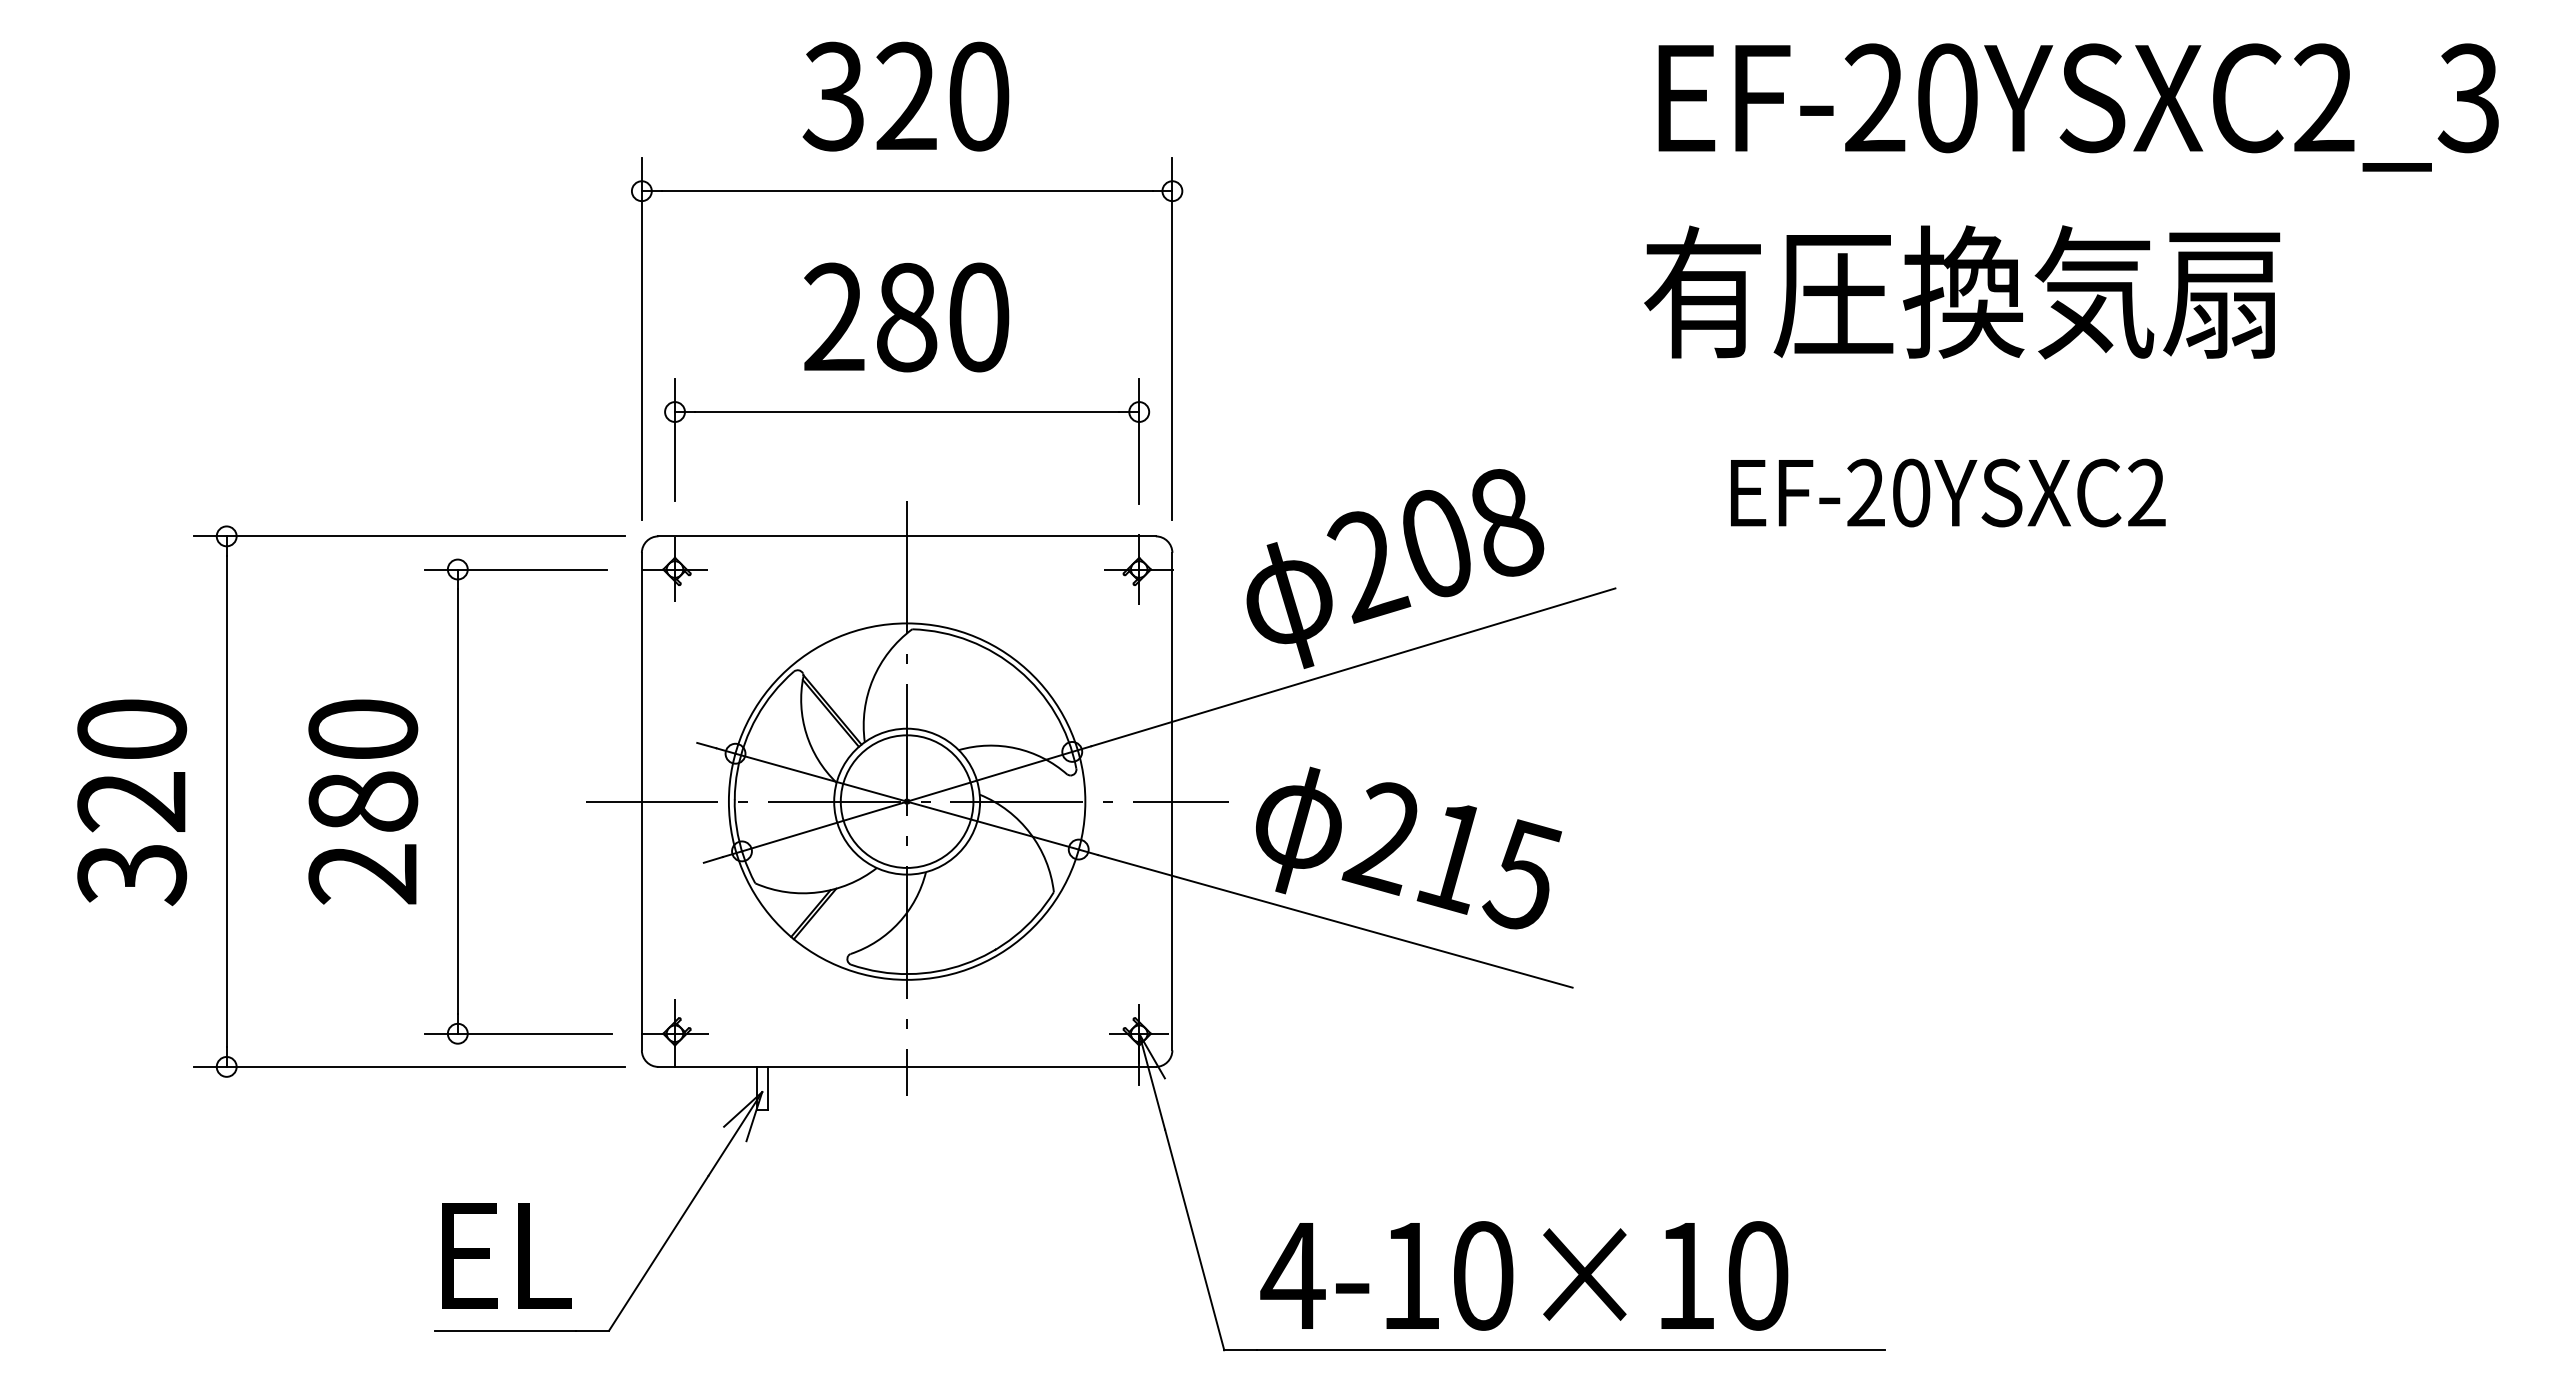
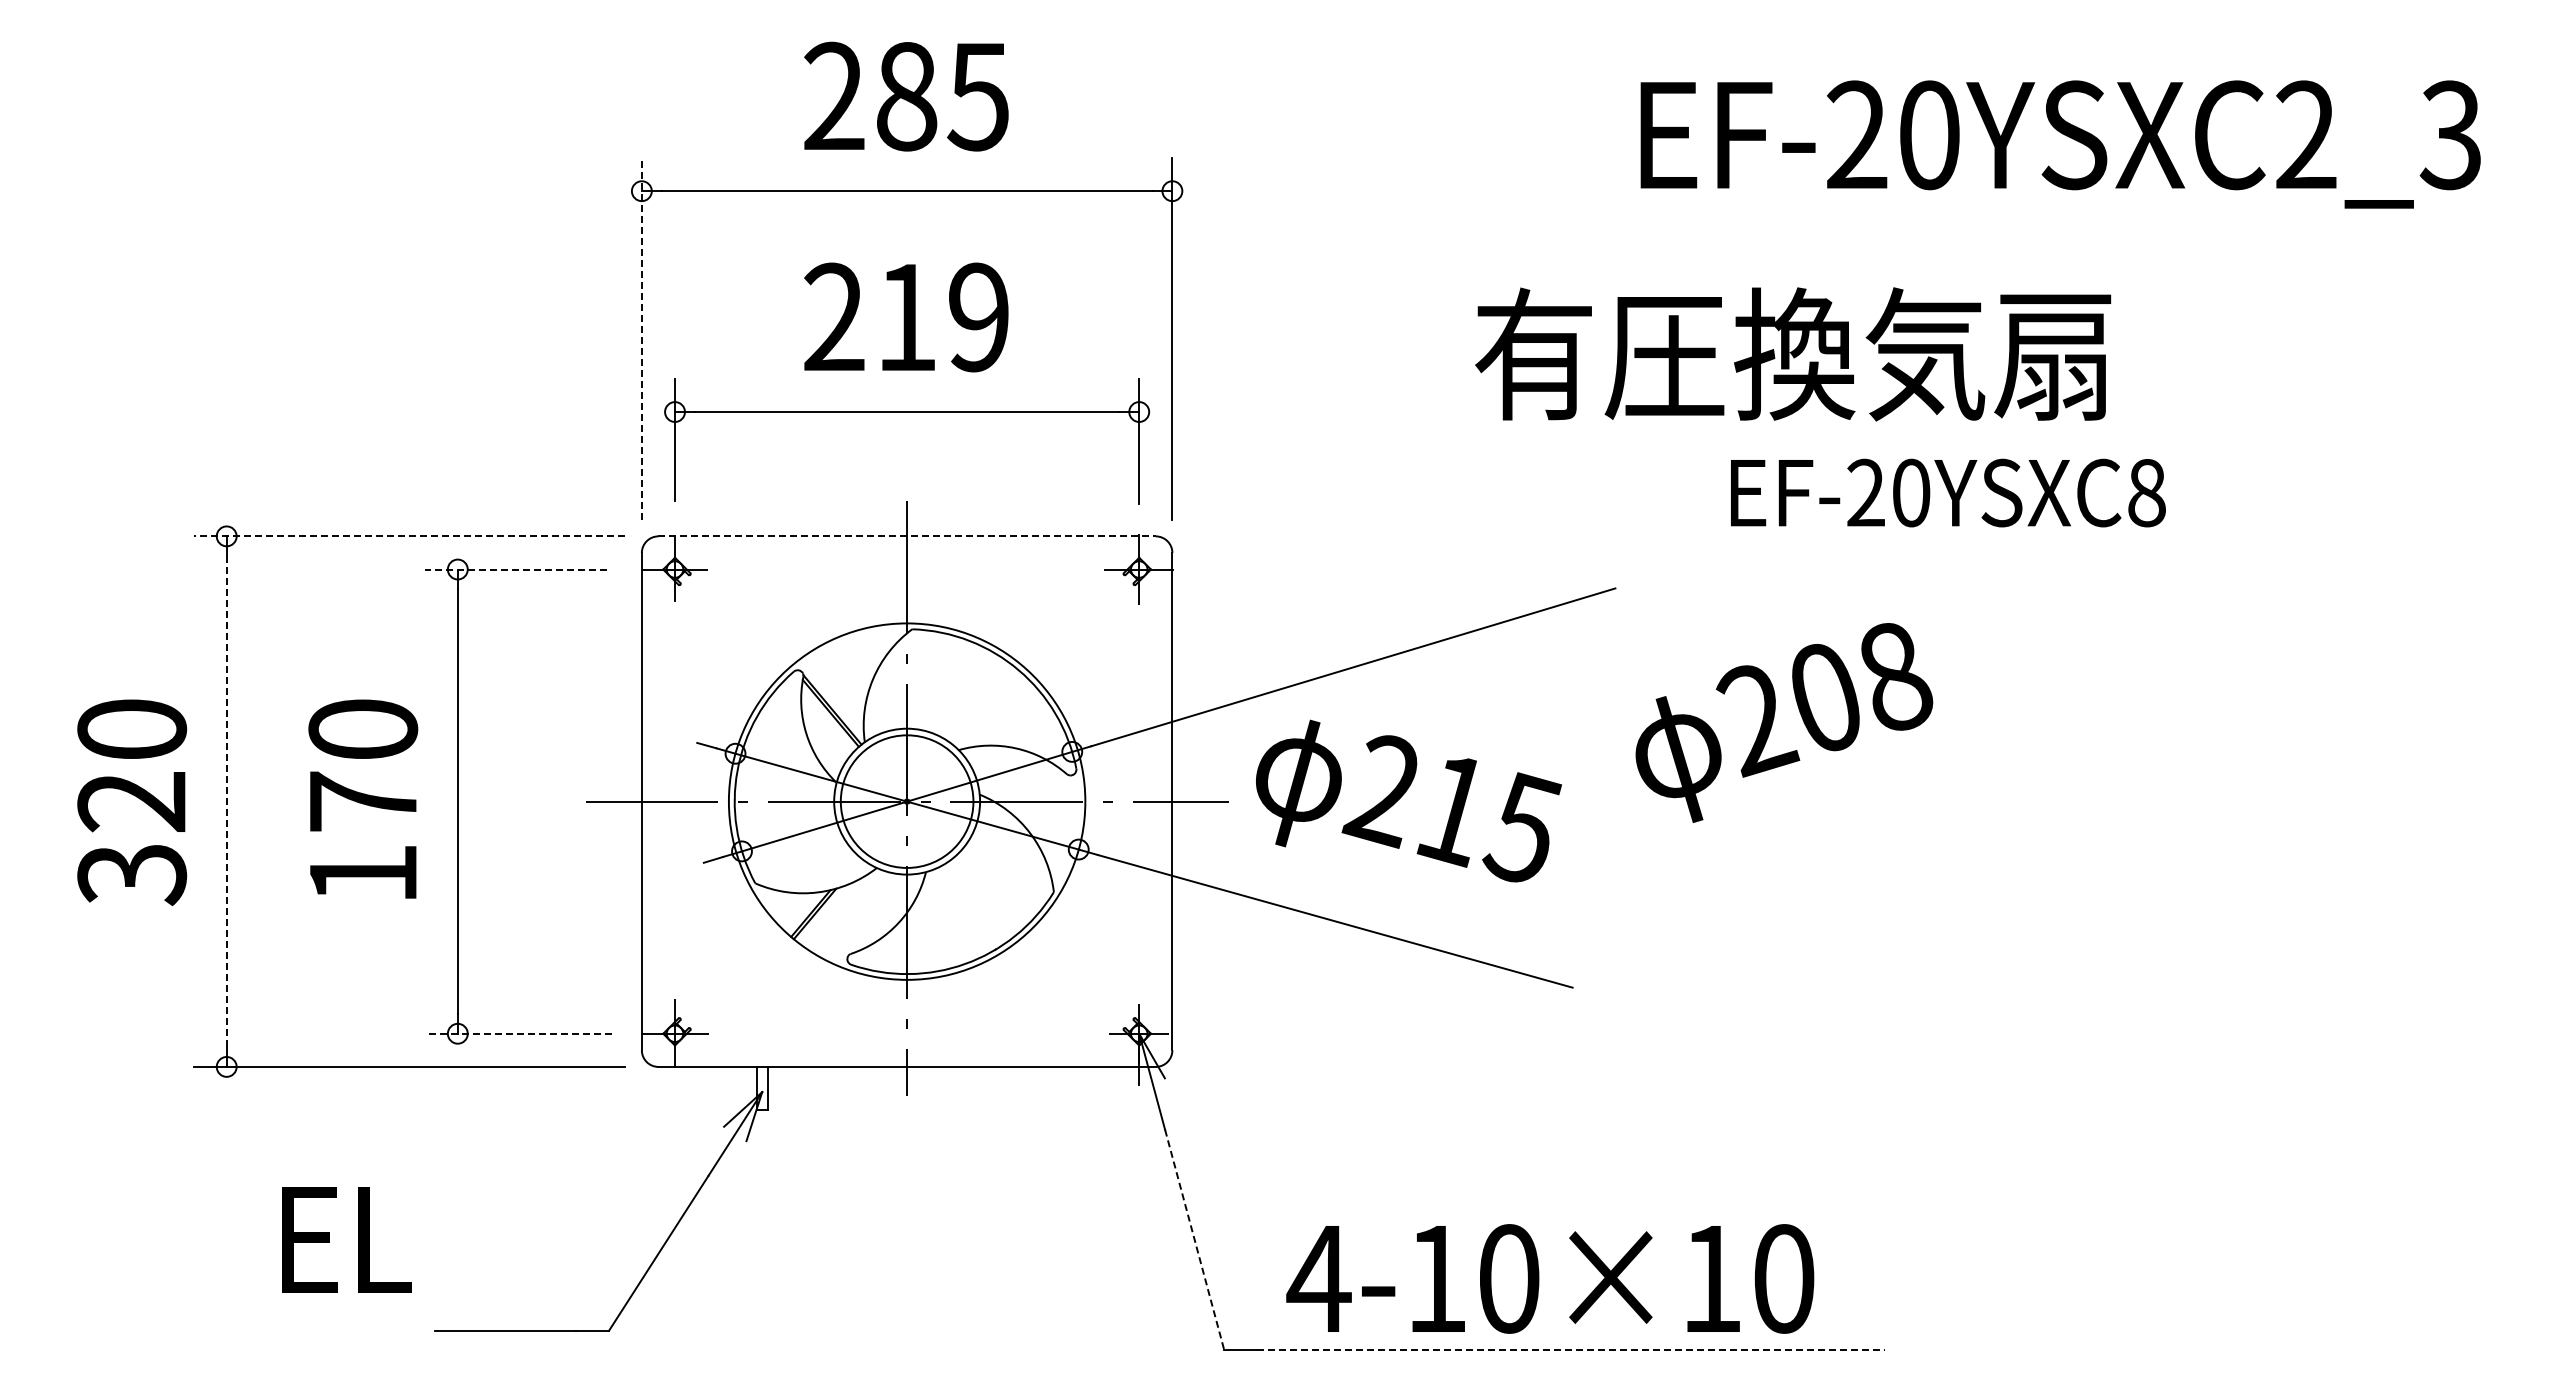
text at (905, 96): 320 -> 285
text at (2078, 107) position: (2078, 107) -> (2060, 144)
text at (1962, 292) position: (1962, 292) -> (1793, 354)
text at (943, 317): 280 -> 219
line at (641, 338): solid -> dashed
text at (2146, 492): EF-20YSXC2 -> EF-20YSXC8
line at (409, 536): solid -> dashed
line at (907, 536): solid -> dashed
text at (1395, 568) position: (1395, 568) -> (1784, 722)
line at (515, 569): solid -> dashed
line at (226, 802): solid -> dashed
text at (363, 837): 280 -> 170
text at (1408, 847) position: (1408, 847) -> (1408, 800)
line at (518, 1033): solid -> dashed
line at (1194, 1240): solid -> dashed
text at (506, 1255) position: (506, 1255) -> (346, 1239)
text at (1524, 1275) position: (1524, 1275) -> (1550, 1278)
line at (1571, 1350): solid -> dashed
